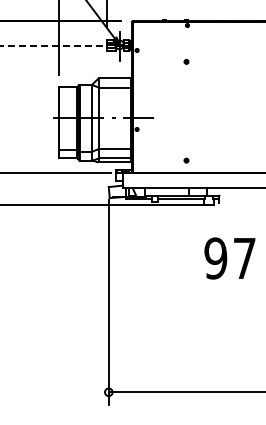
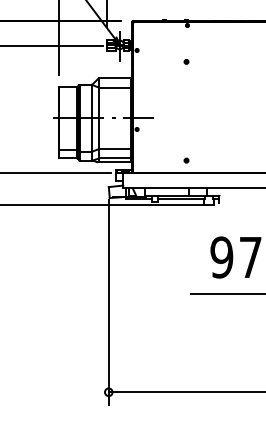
line at (51, 46): dashed -> solid
text at (229, 258) position: (229, 258) -> (235, 257)
line at (226, 293): none -> present
